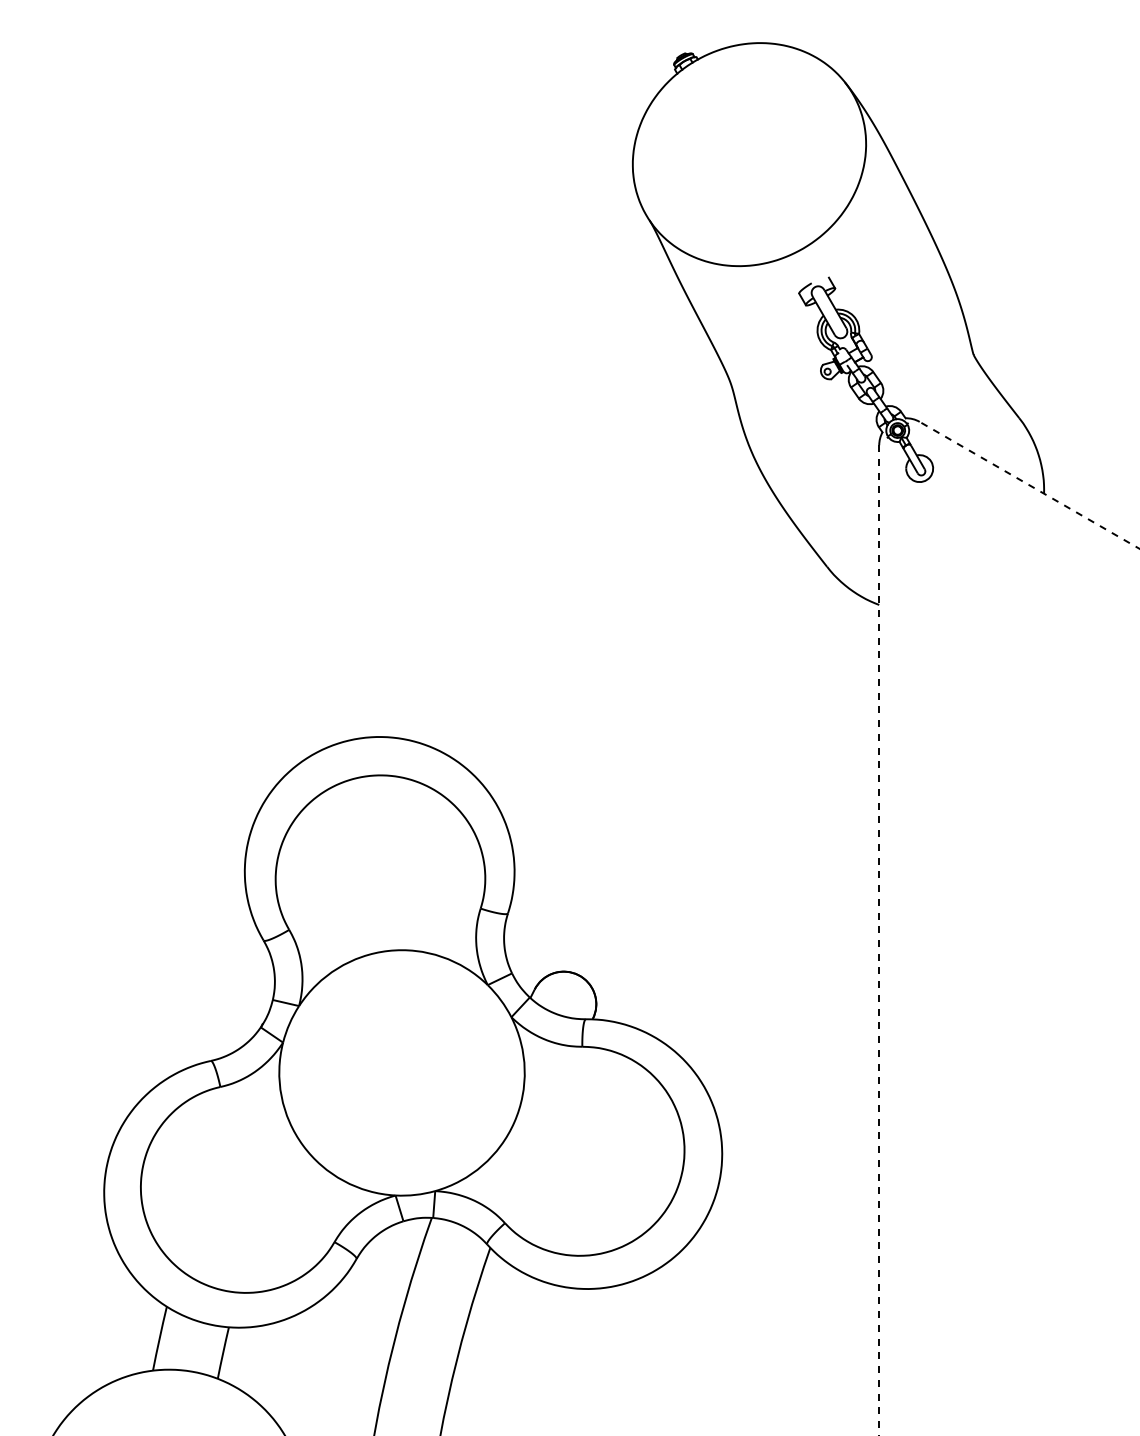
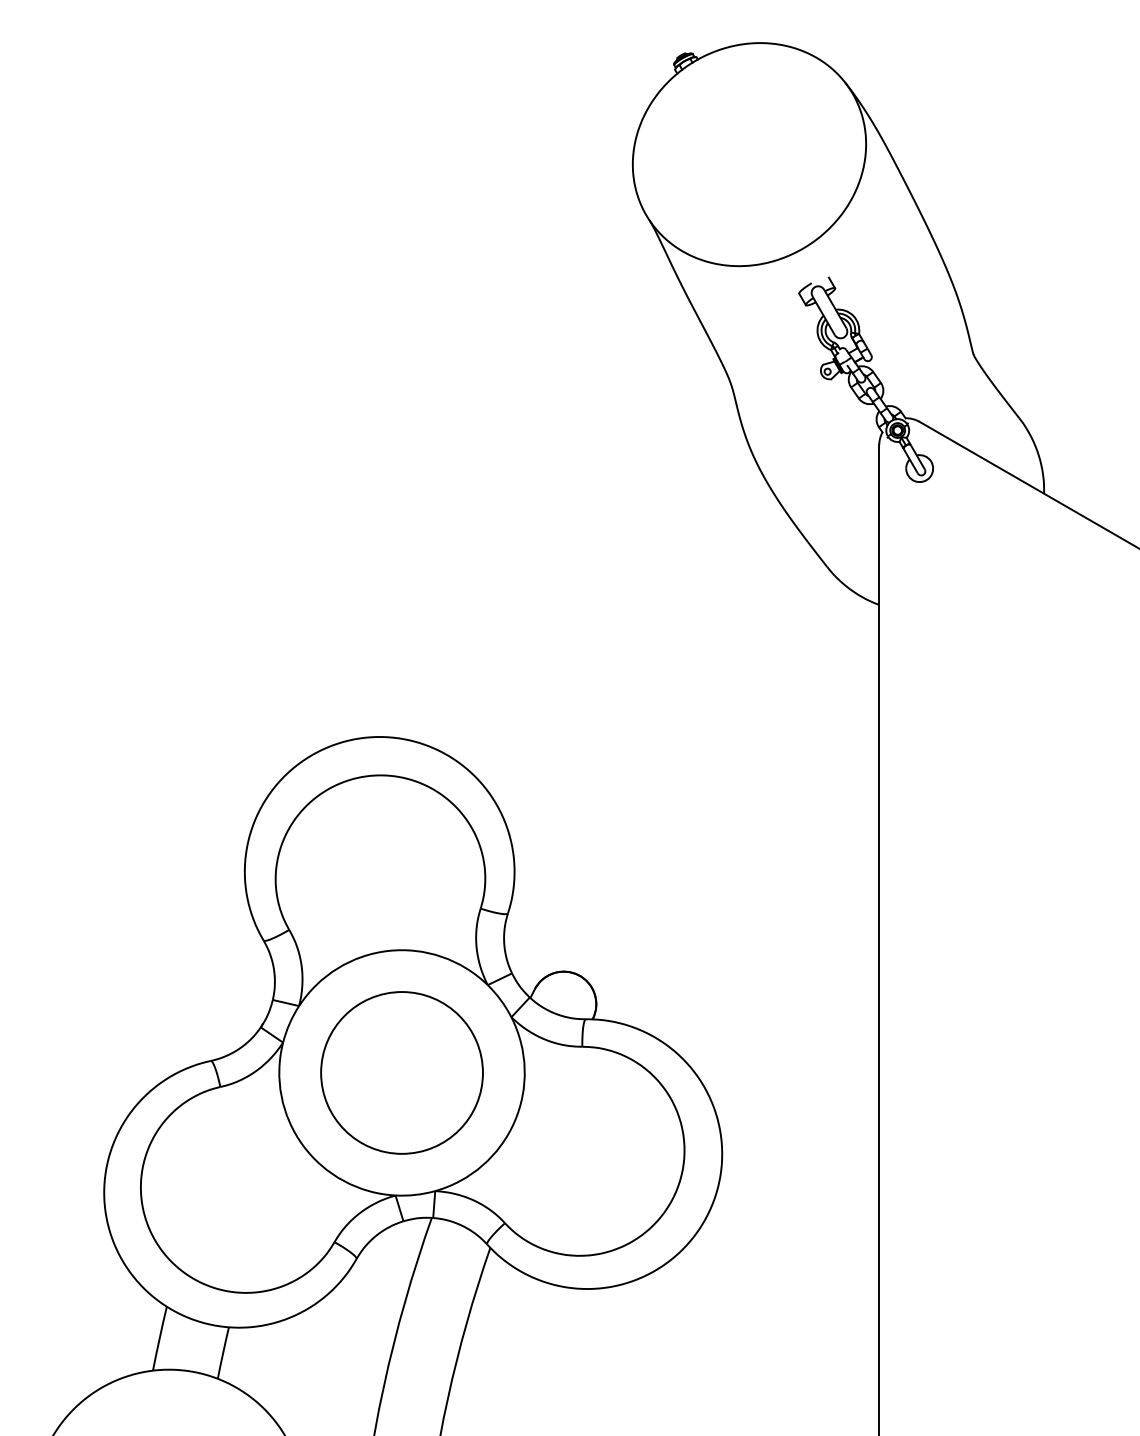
line at (1029, 485): dashed -> solid
line at (879, 941): dashed -> solid
circle at (401, 1072): none -> present
